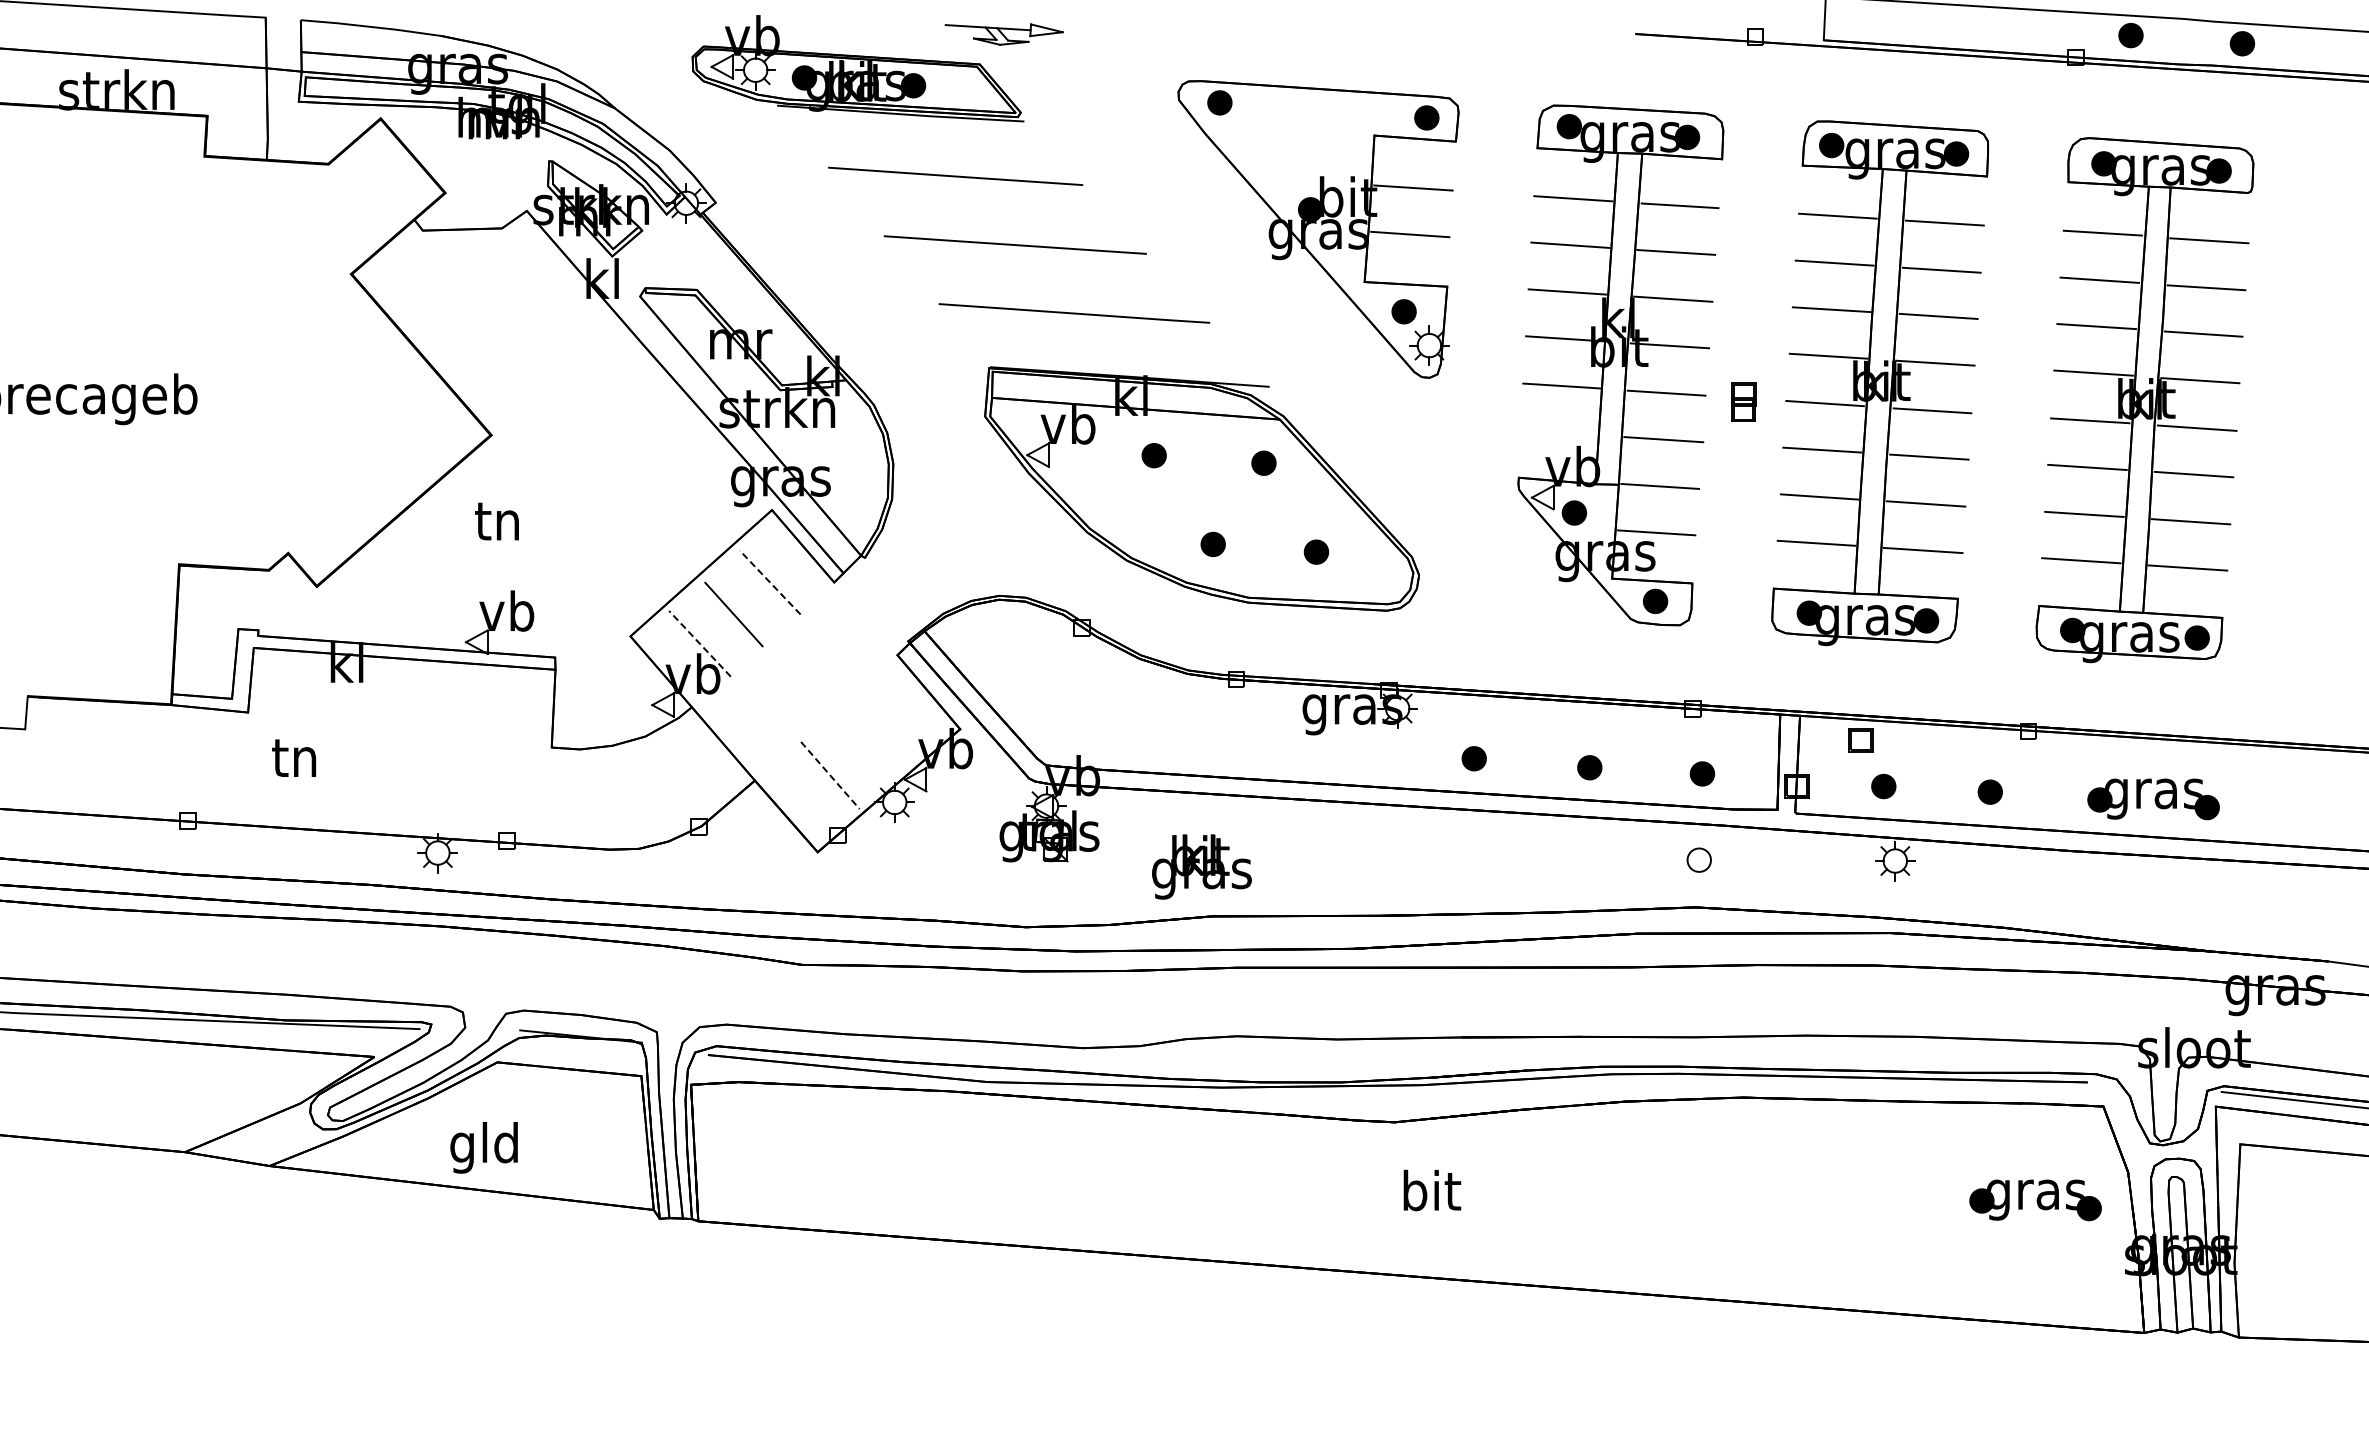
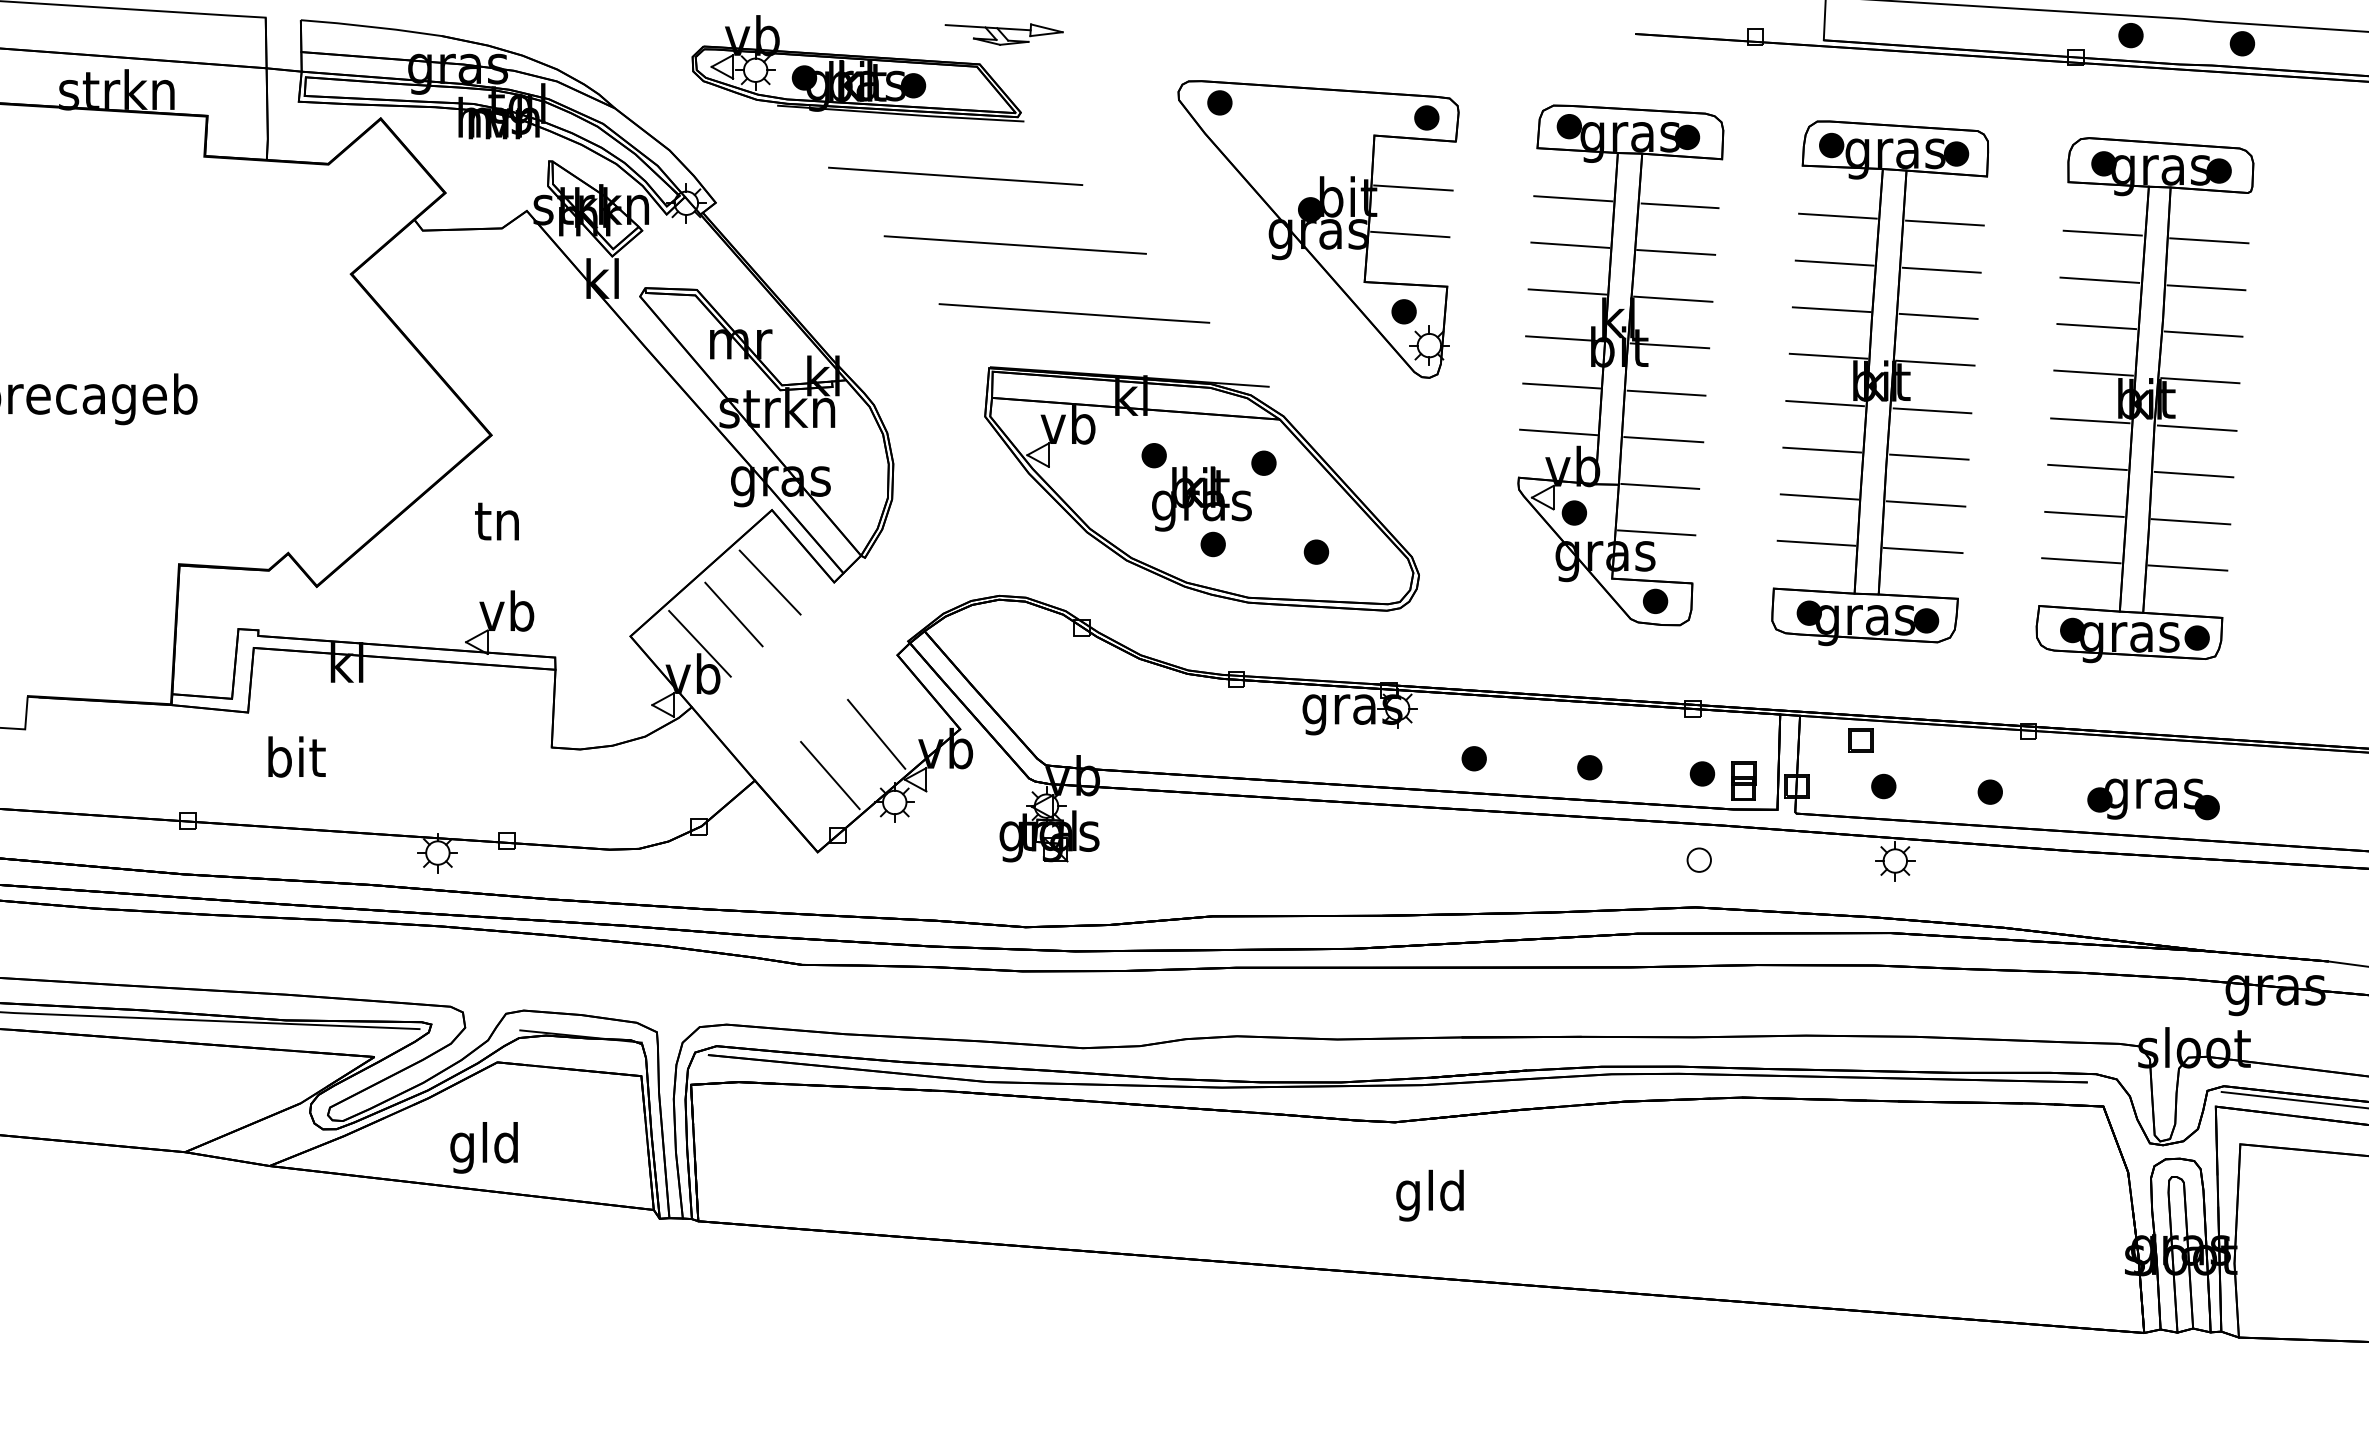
part at (1743, 401) position: (1743, 401) -> (1743, 780)
line at (1558, 432): none -> present
line at (769, 582): dashed -> solid
line at (699, 643): dashed -> solid
line at (876, 733): none -> present
text at (296, 756): tn -> bit
line at (830, 775): dashed -> solid
text at (1201, 866) position: (1201, 866) -> (1201, 498)
text at (1429, 1195): bit -> gld
part at (2035, 1200): present -> none
